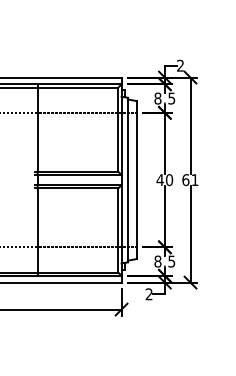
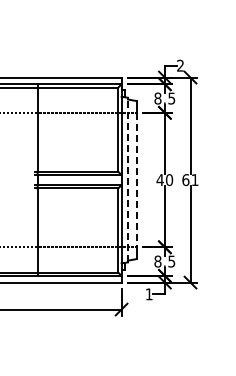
line at (127, 179): solid -> dashed
line at (136, 180): solid -> dashed
text at (148, 294): 2 -> 1
